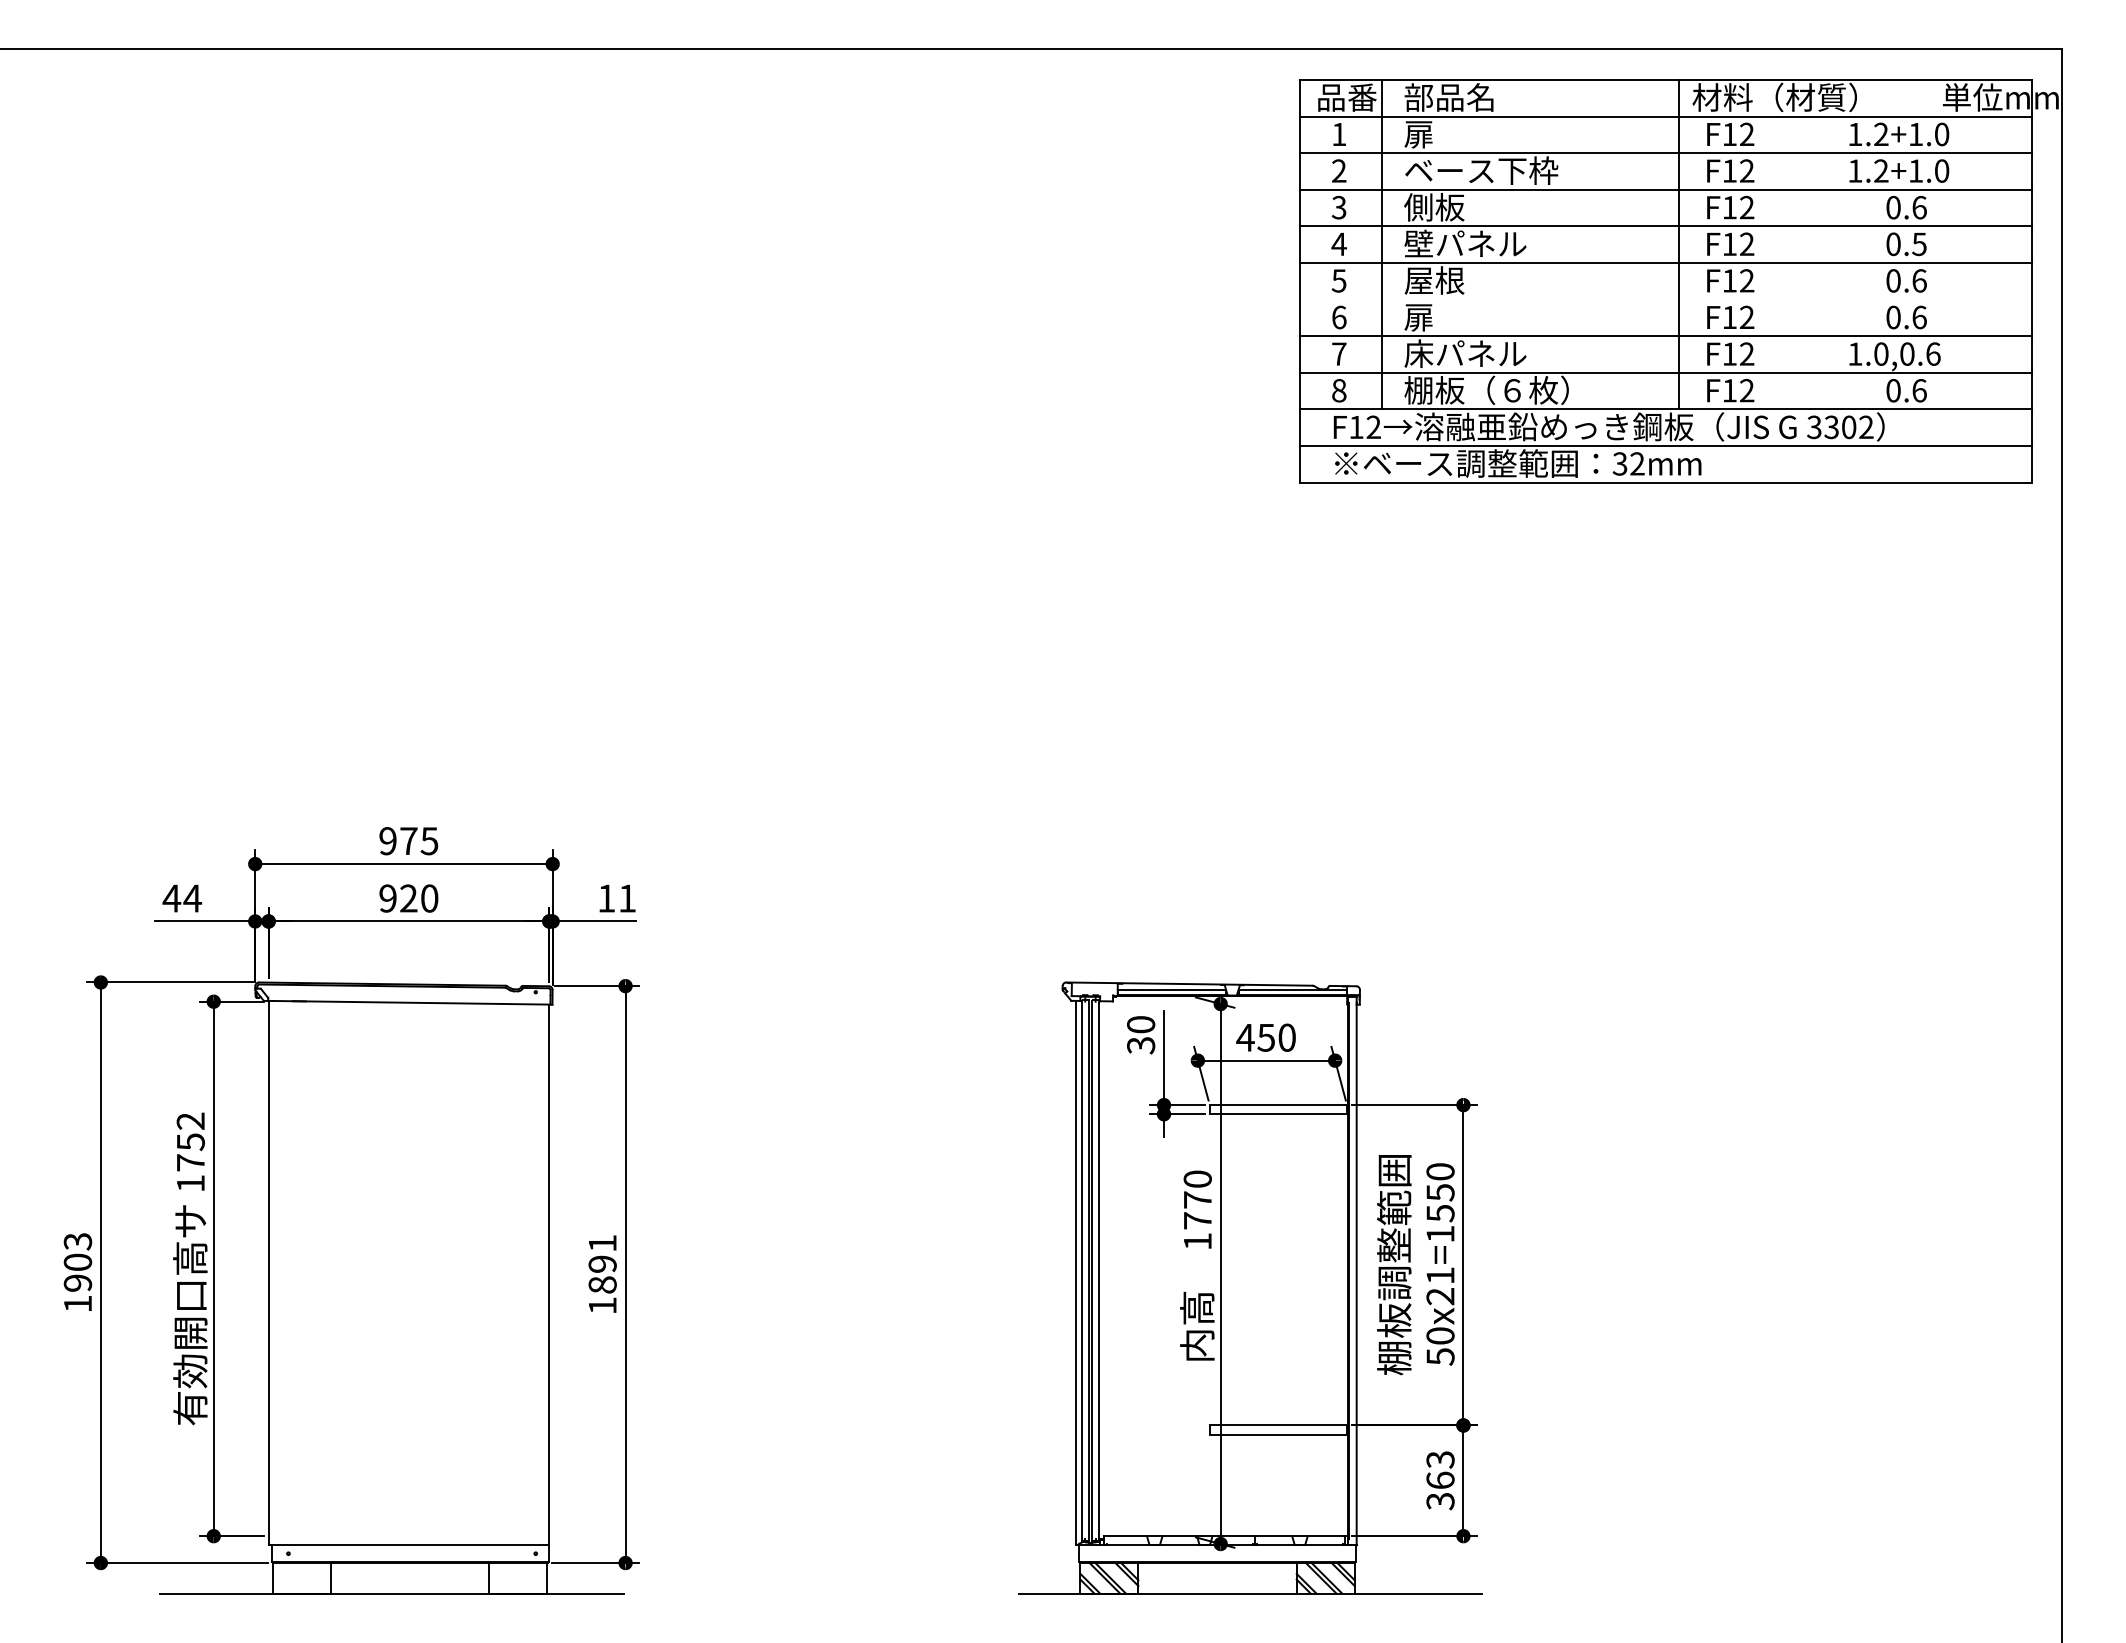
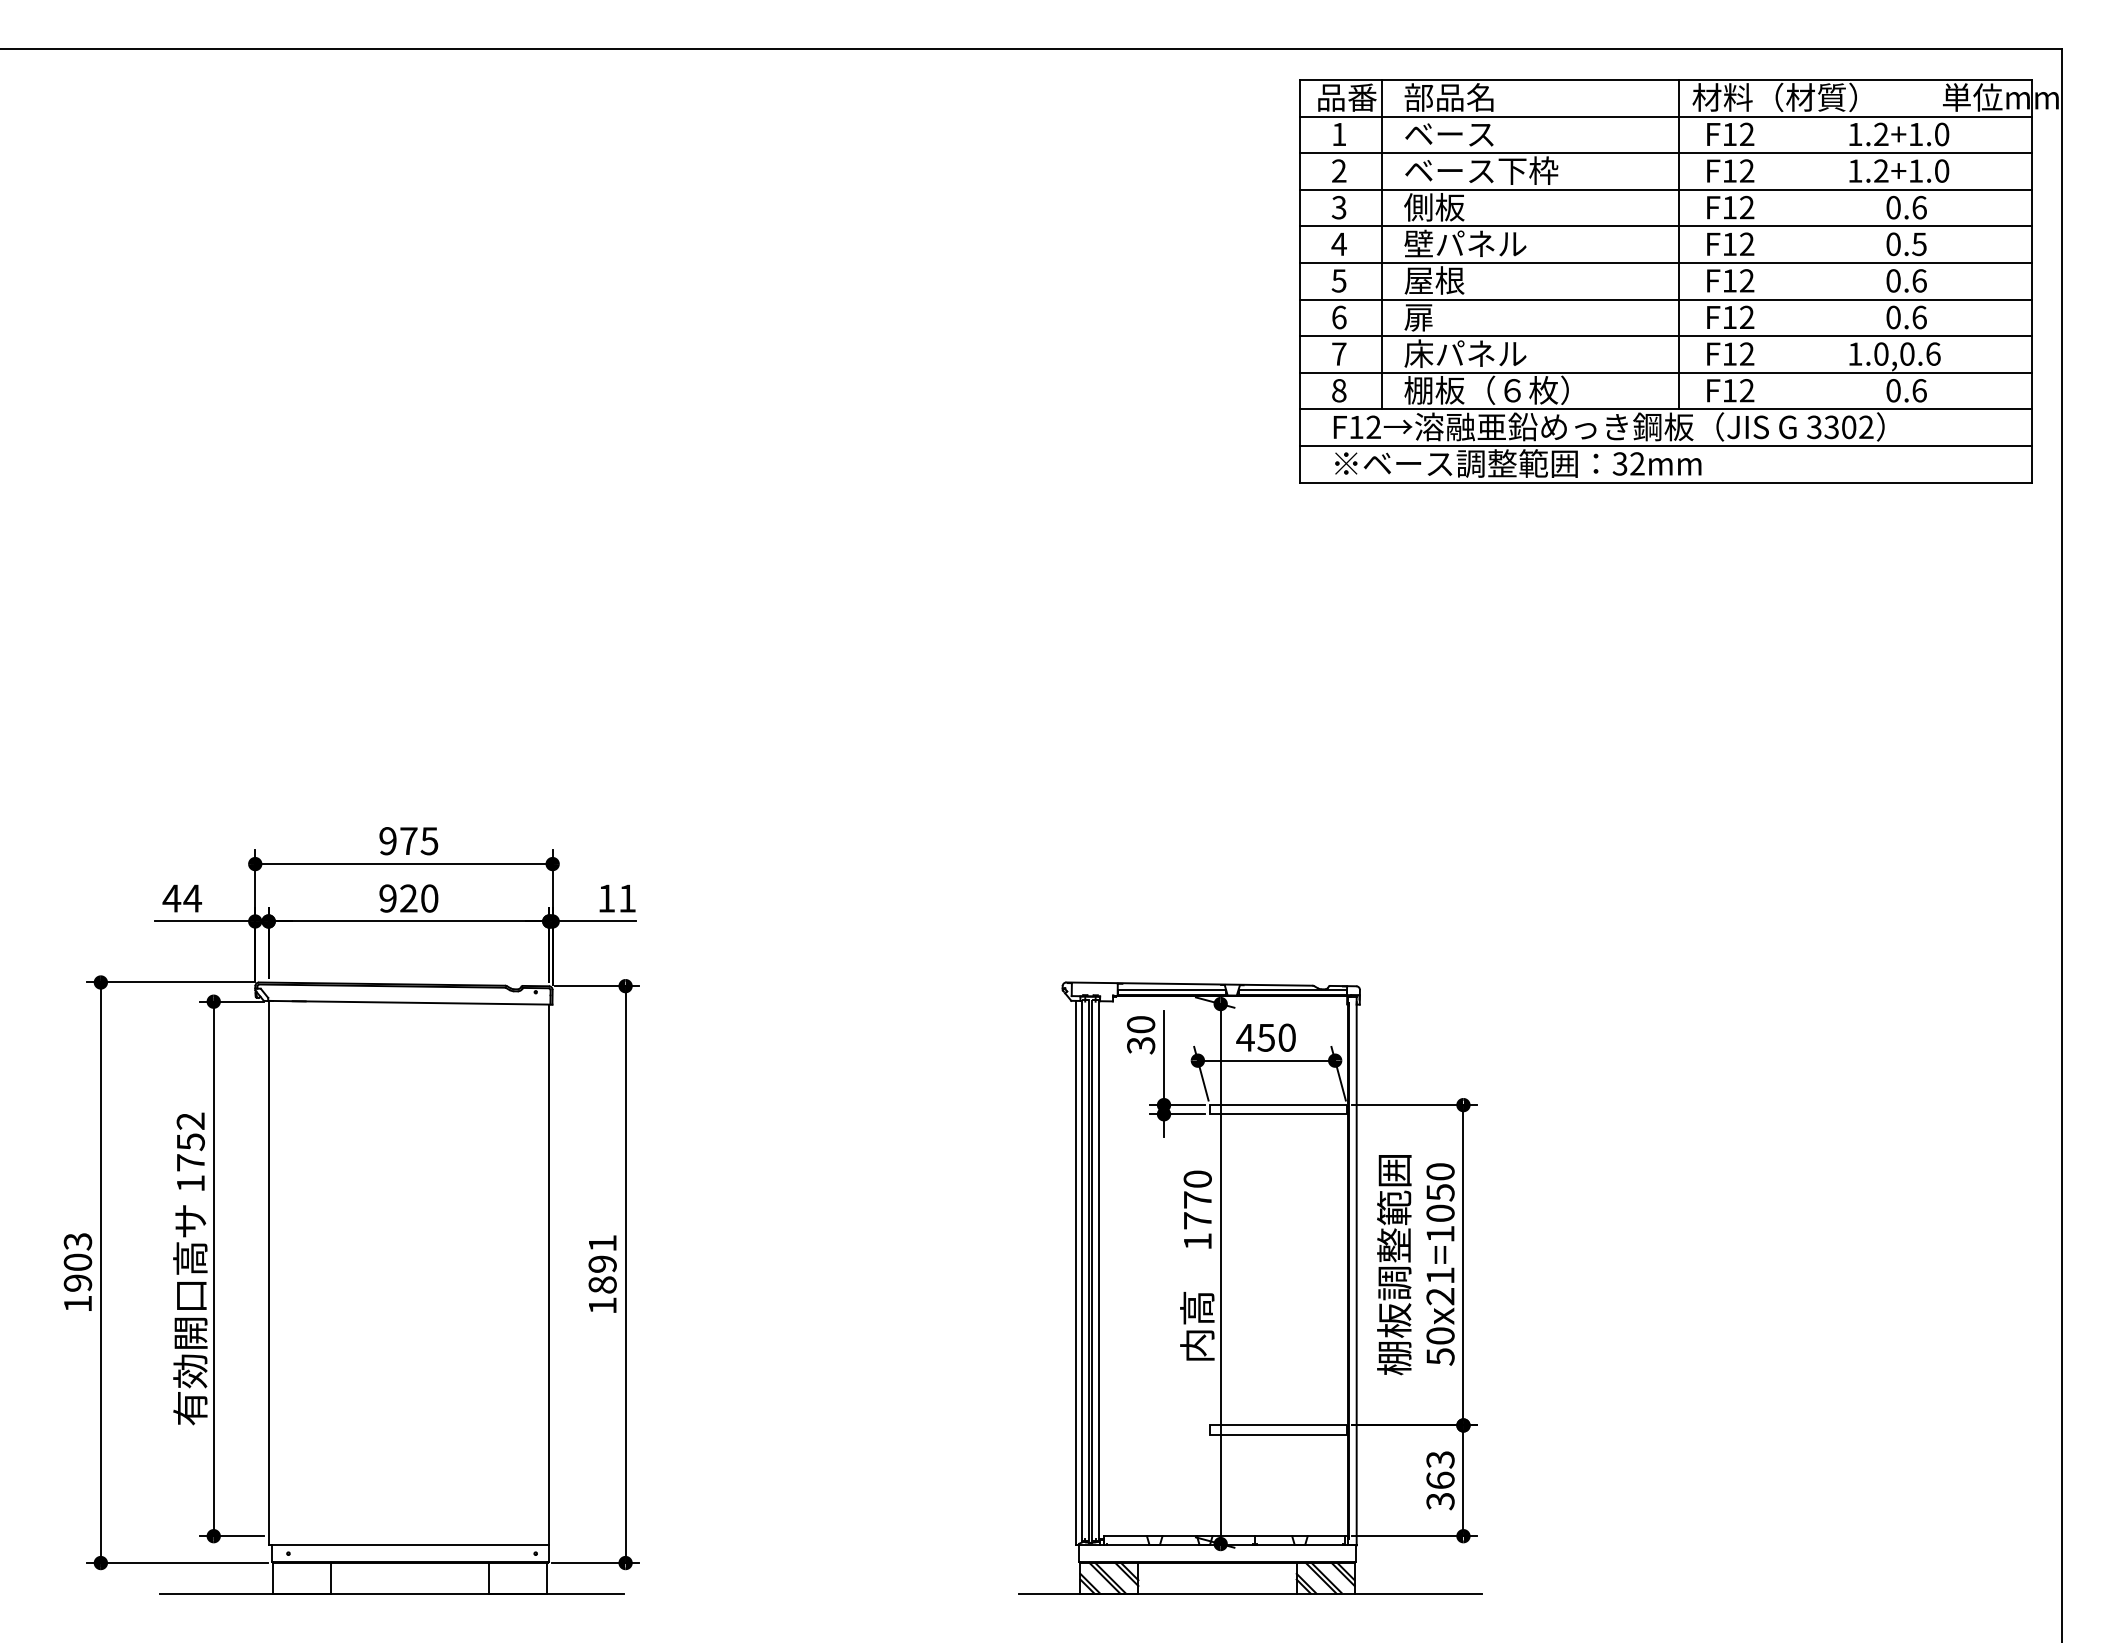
text at (1448, 134): 扉 -> ベース
line at (1665, 299): none -> present
text at (1440, 1213): 50x21=1550 -> 50x21=1050
